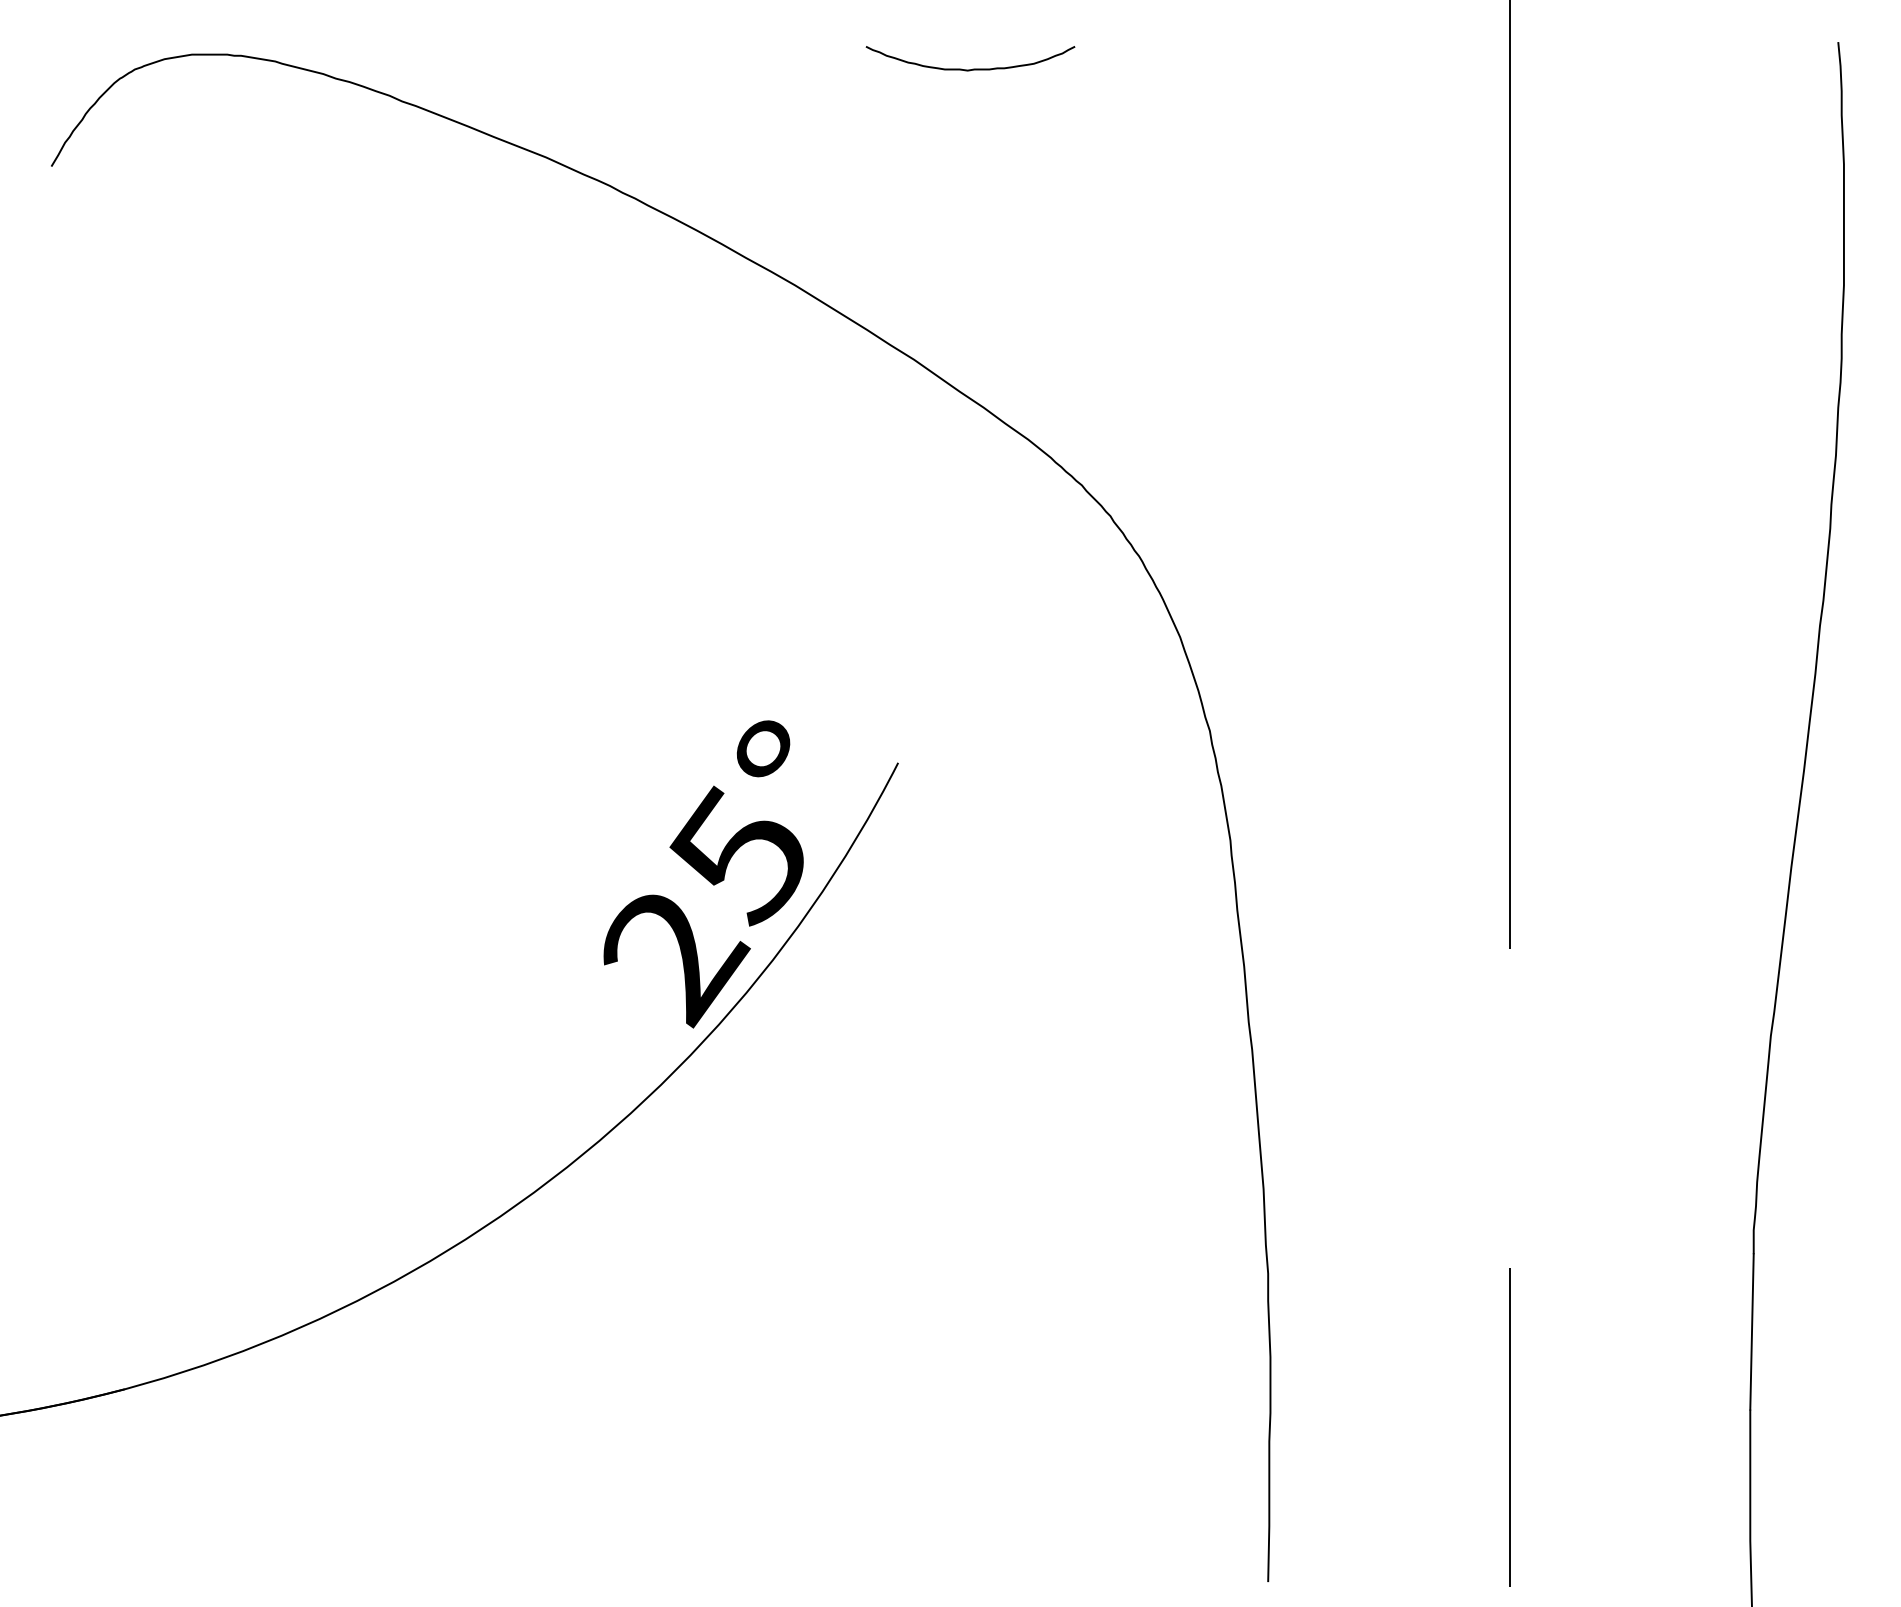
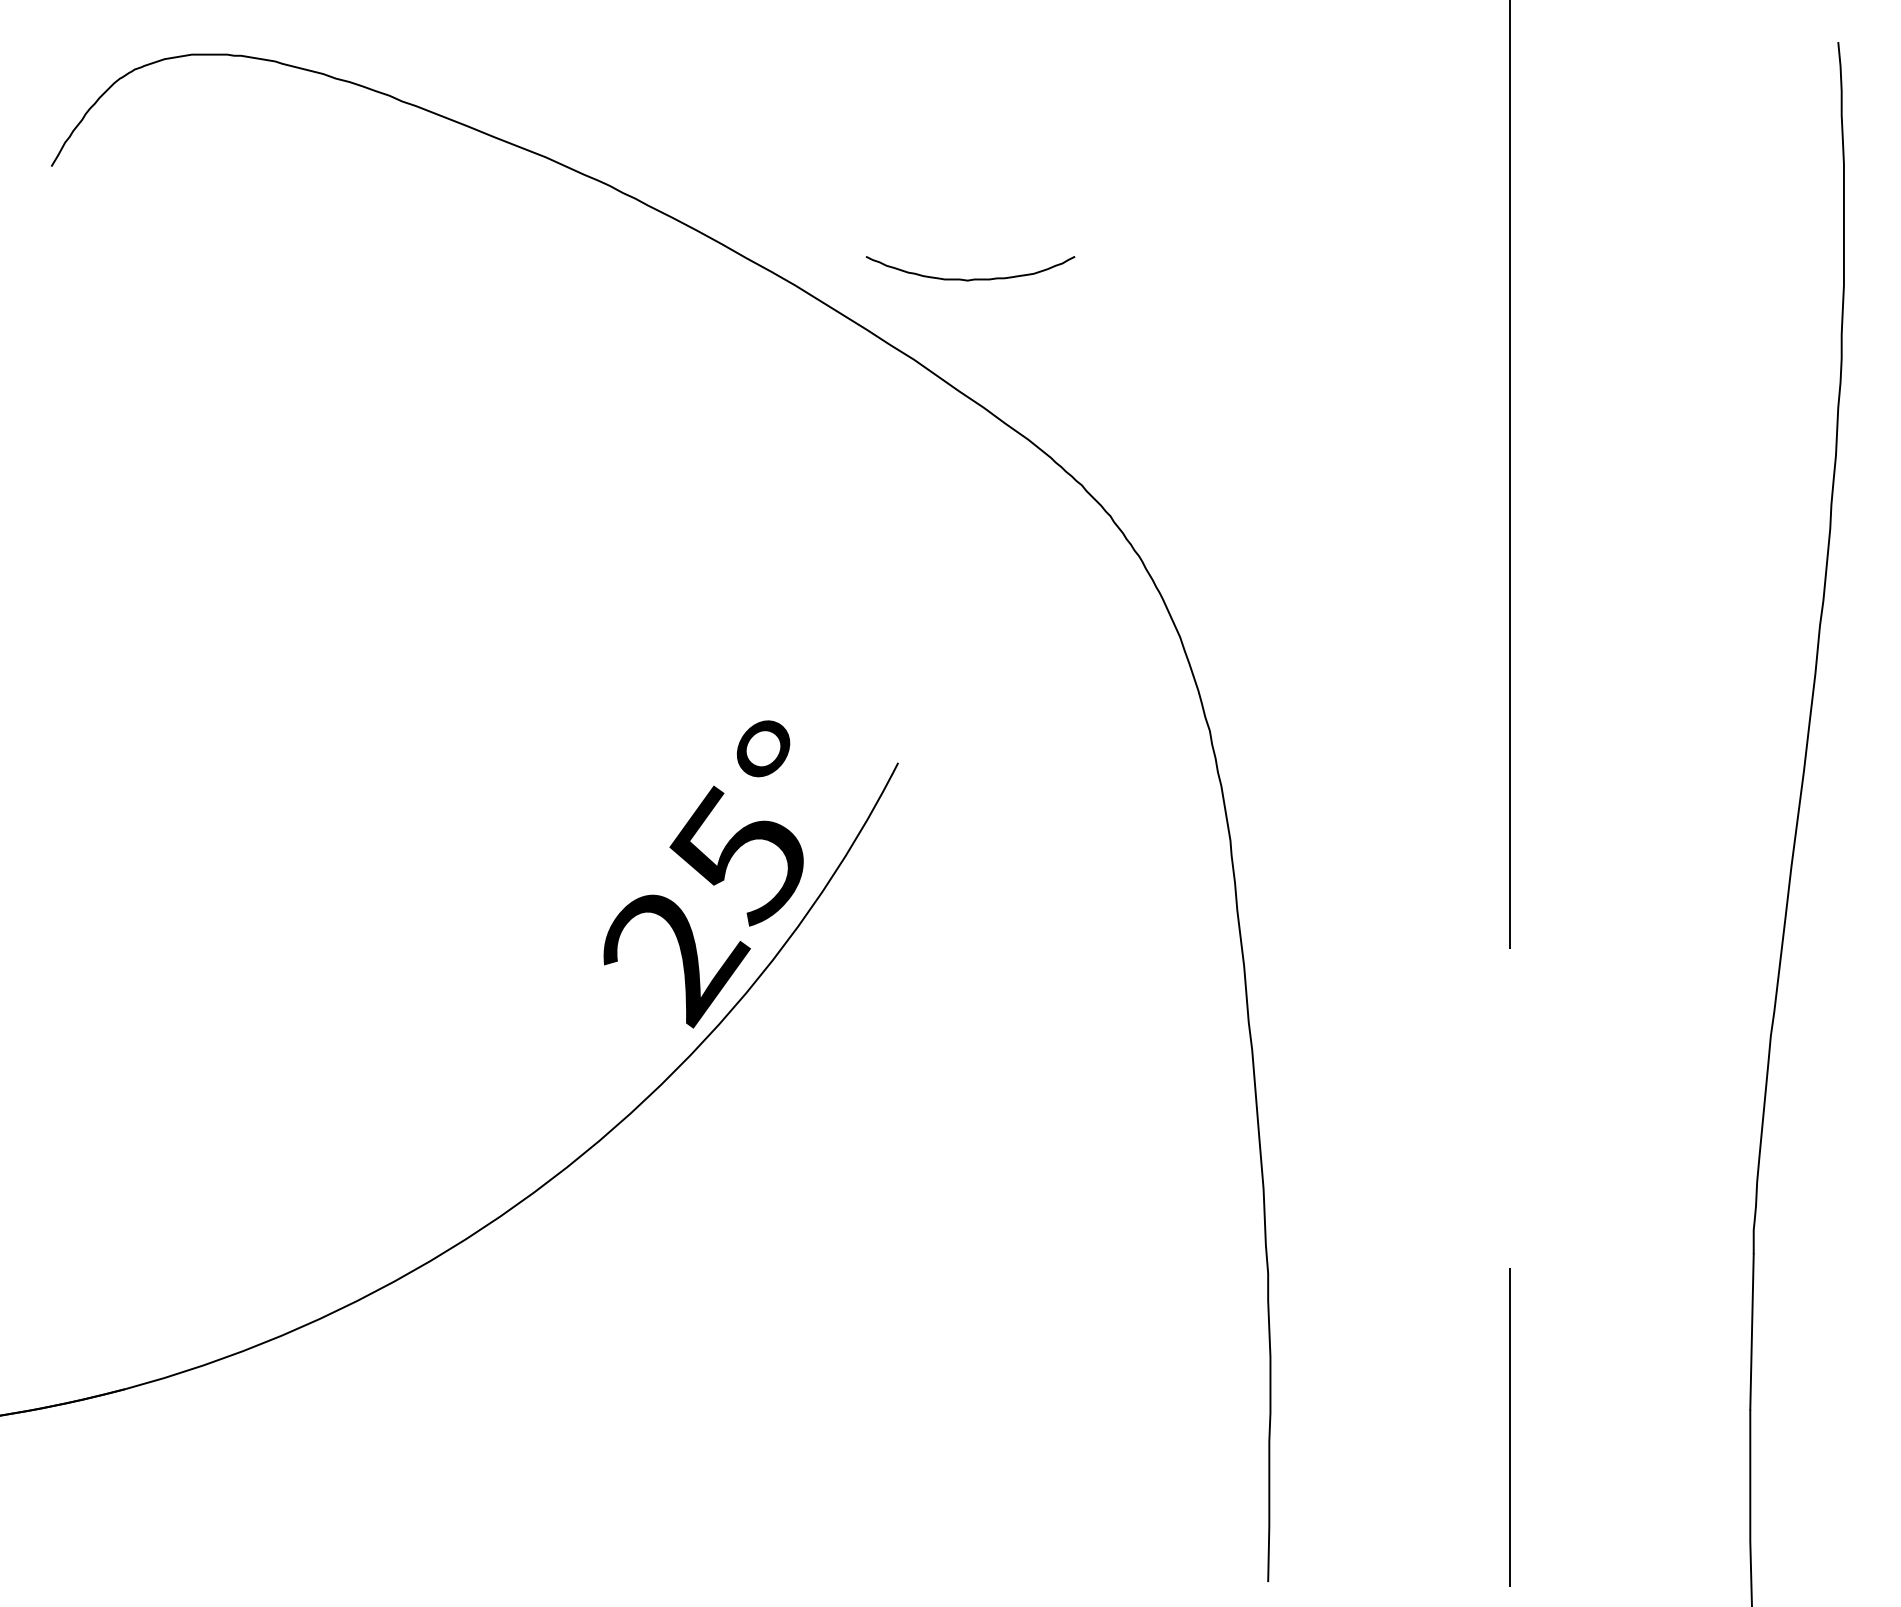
curve at (972, 68) position: (972, 68) -> (972, 278)
